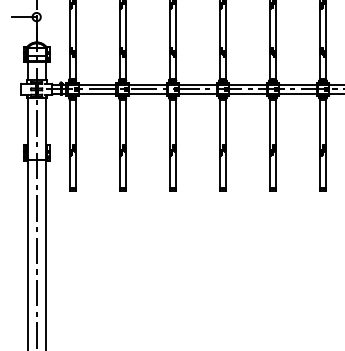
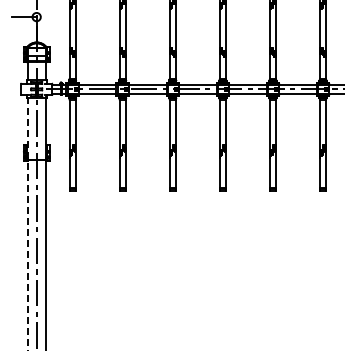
line at (27, 223): solid -> dashed
